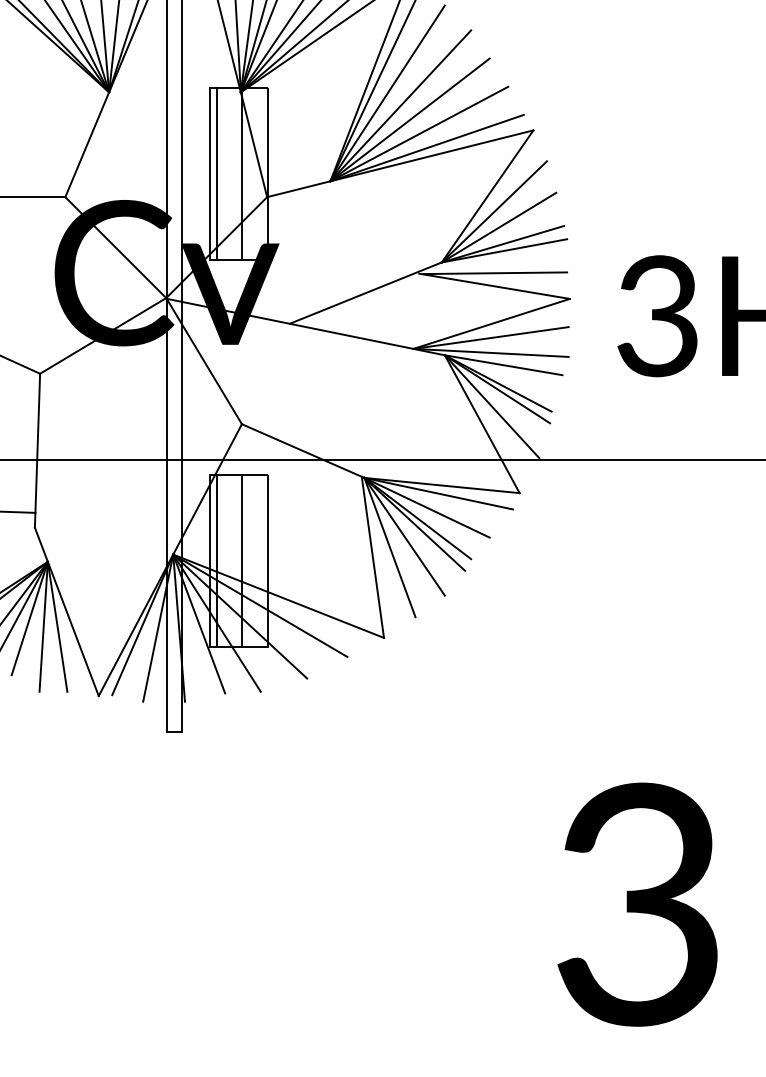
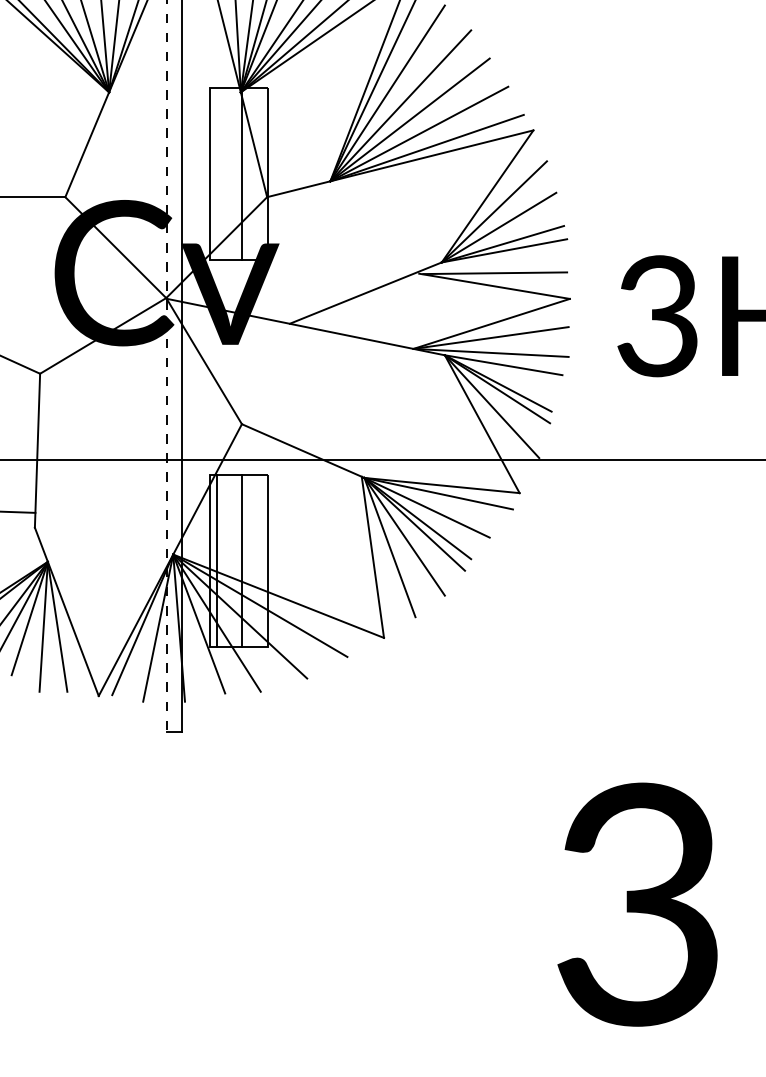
line at (216, 174): present -> none
line at (167, 366): solid -> dashed
